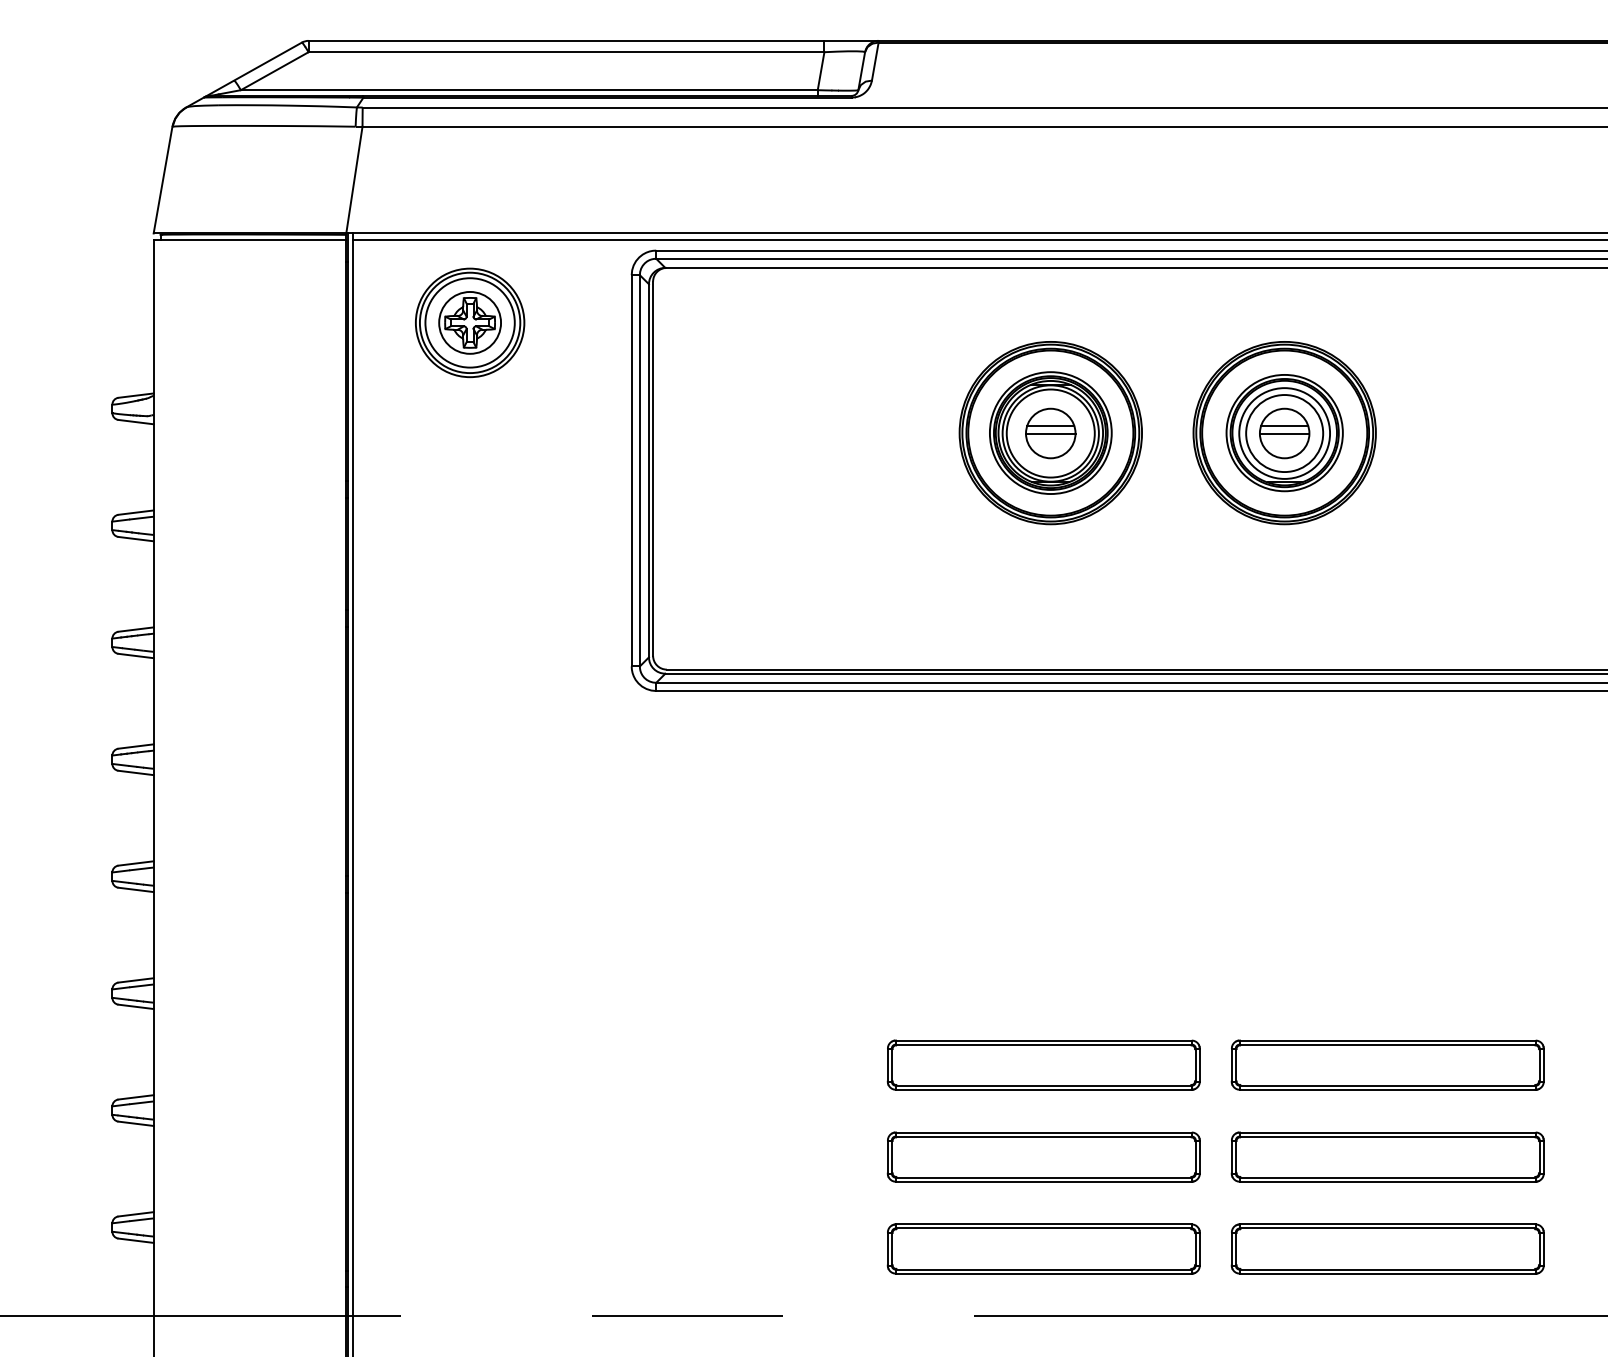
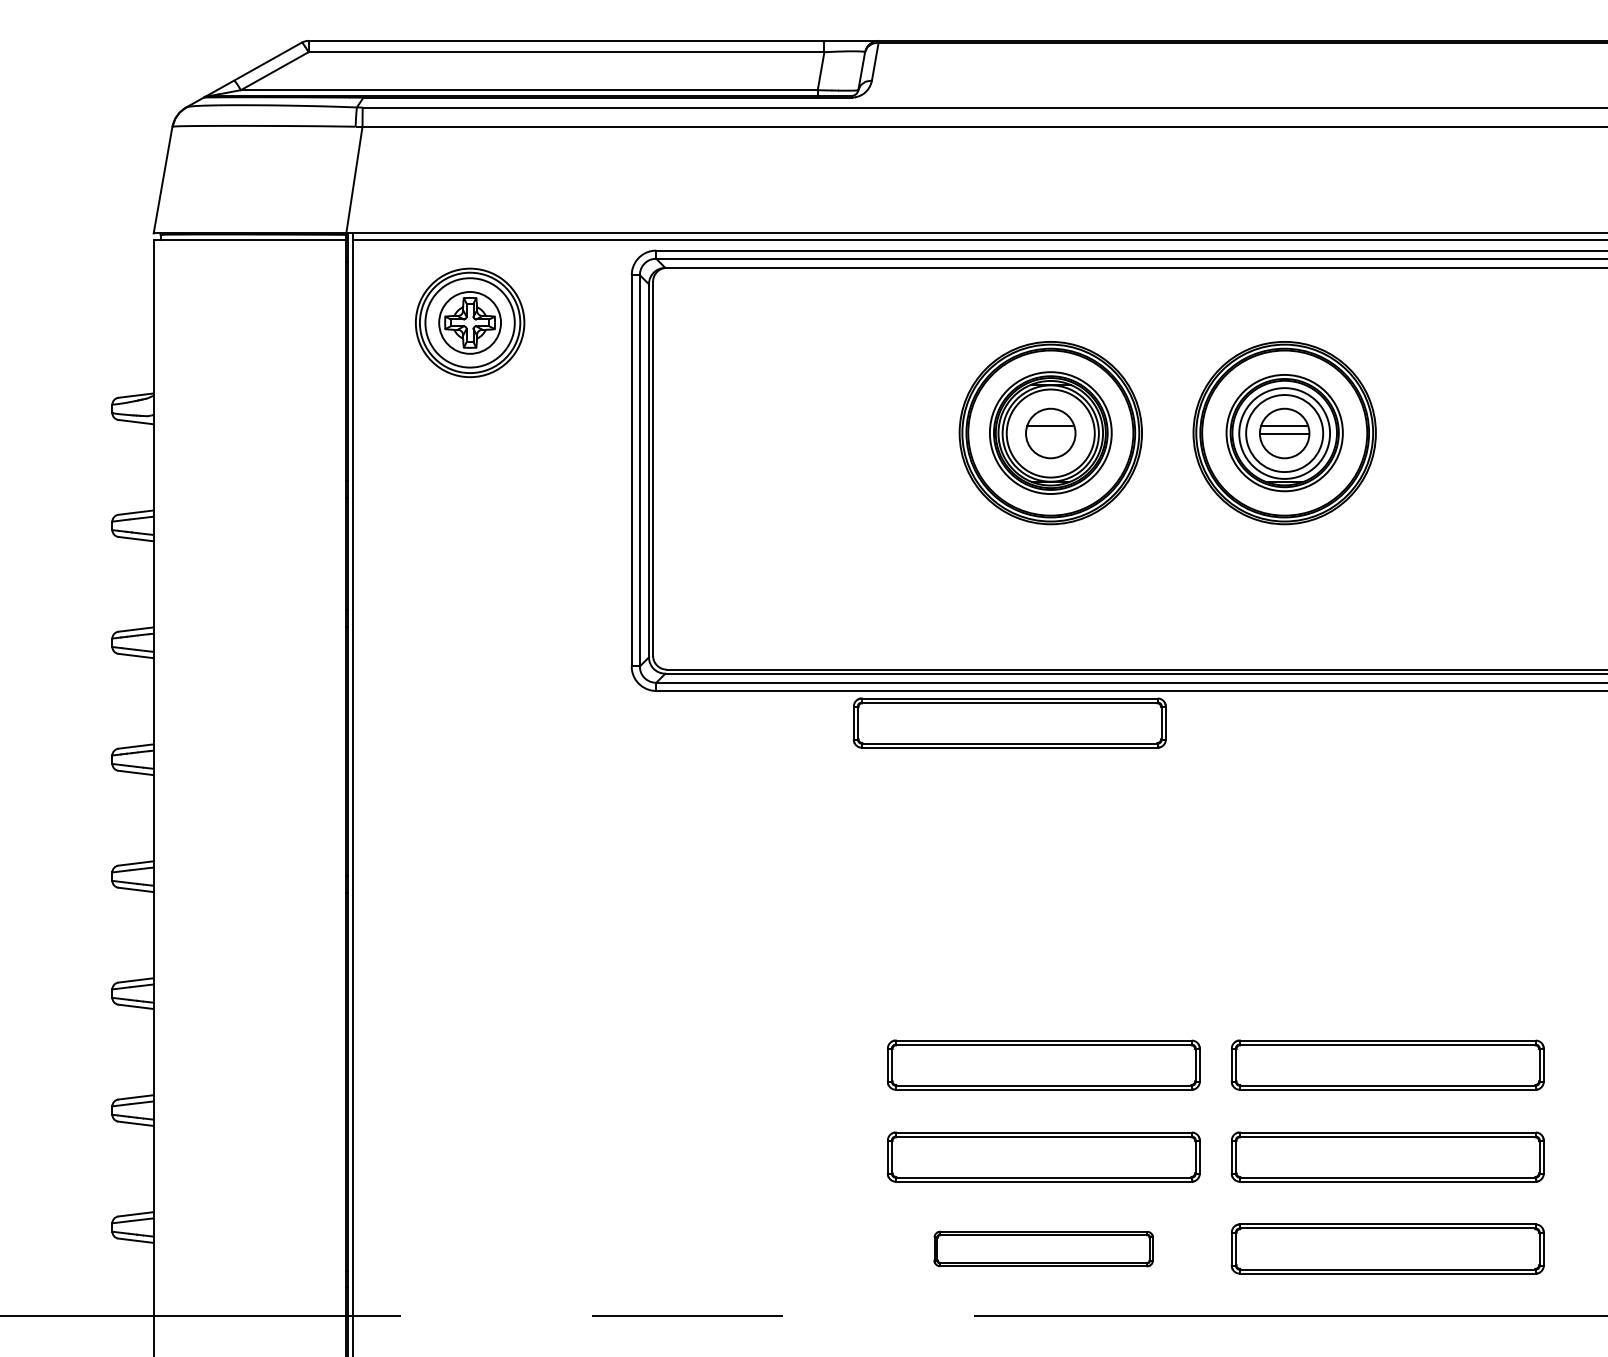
line at (1050, 434): present -> none
part at (1009, 722): none -> present
part at (1043, 1248) size: 315x52 px -> 221x38 px
